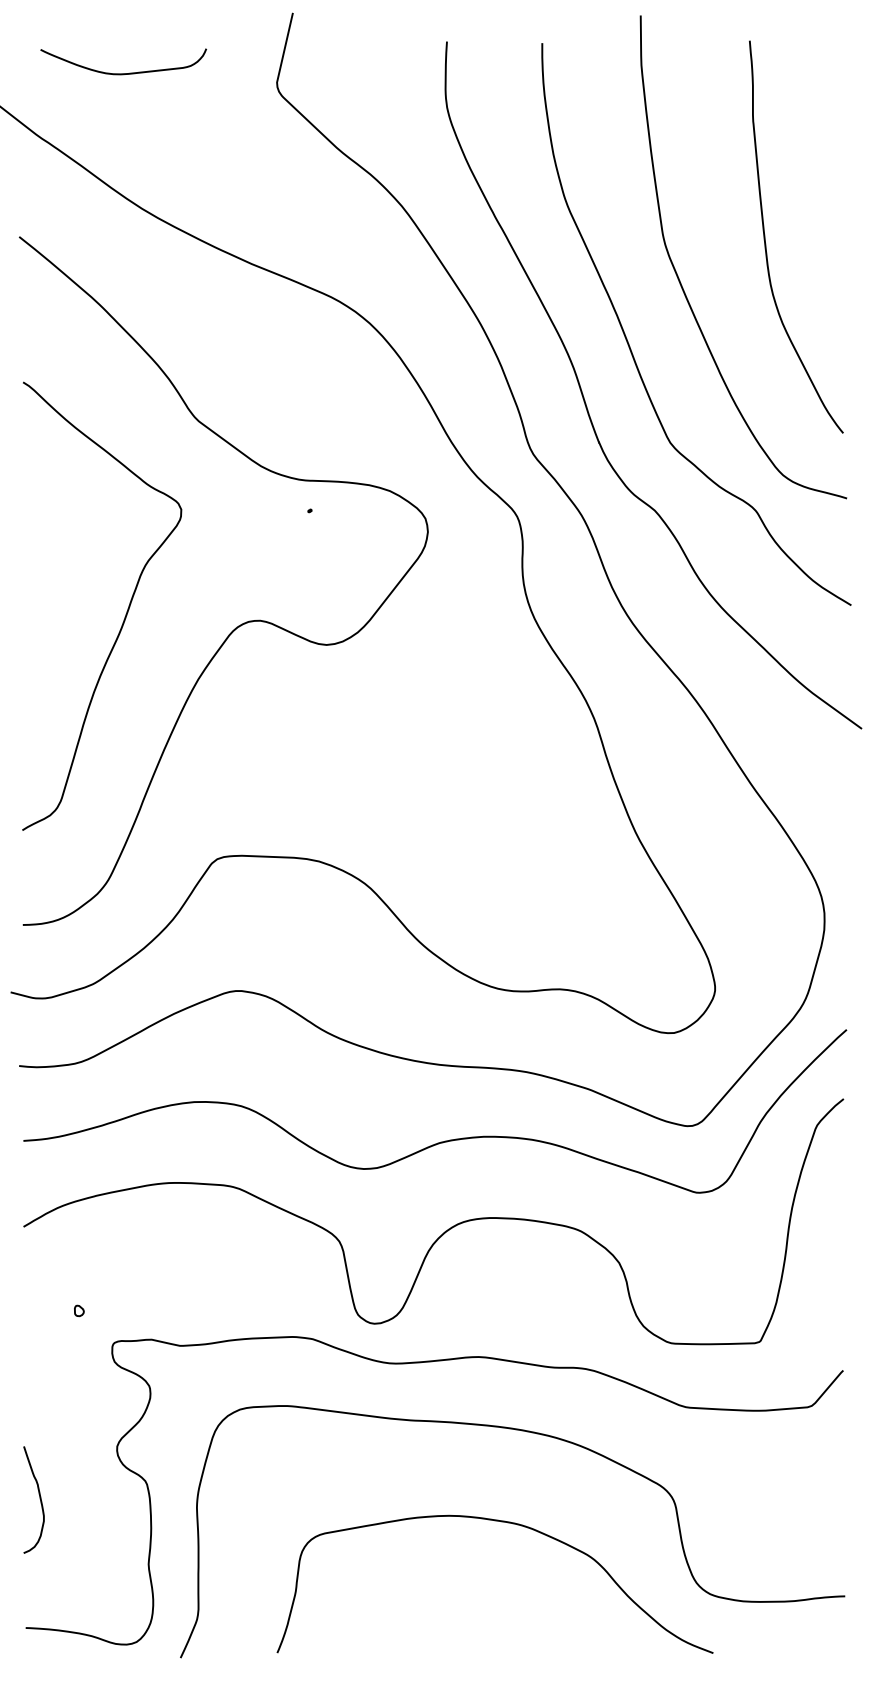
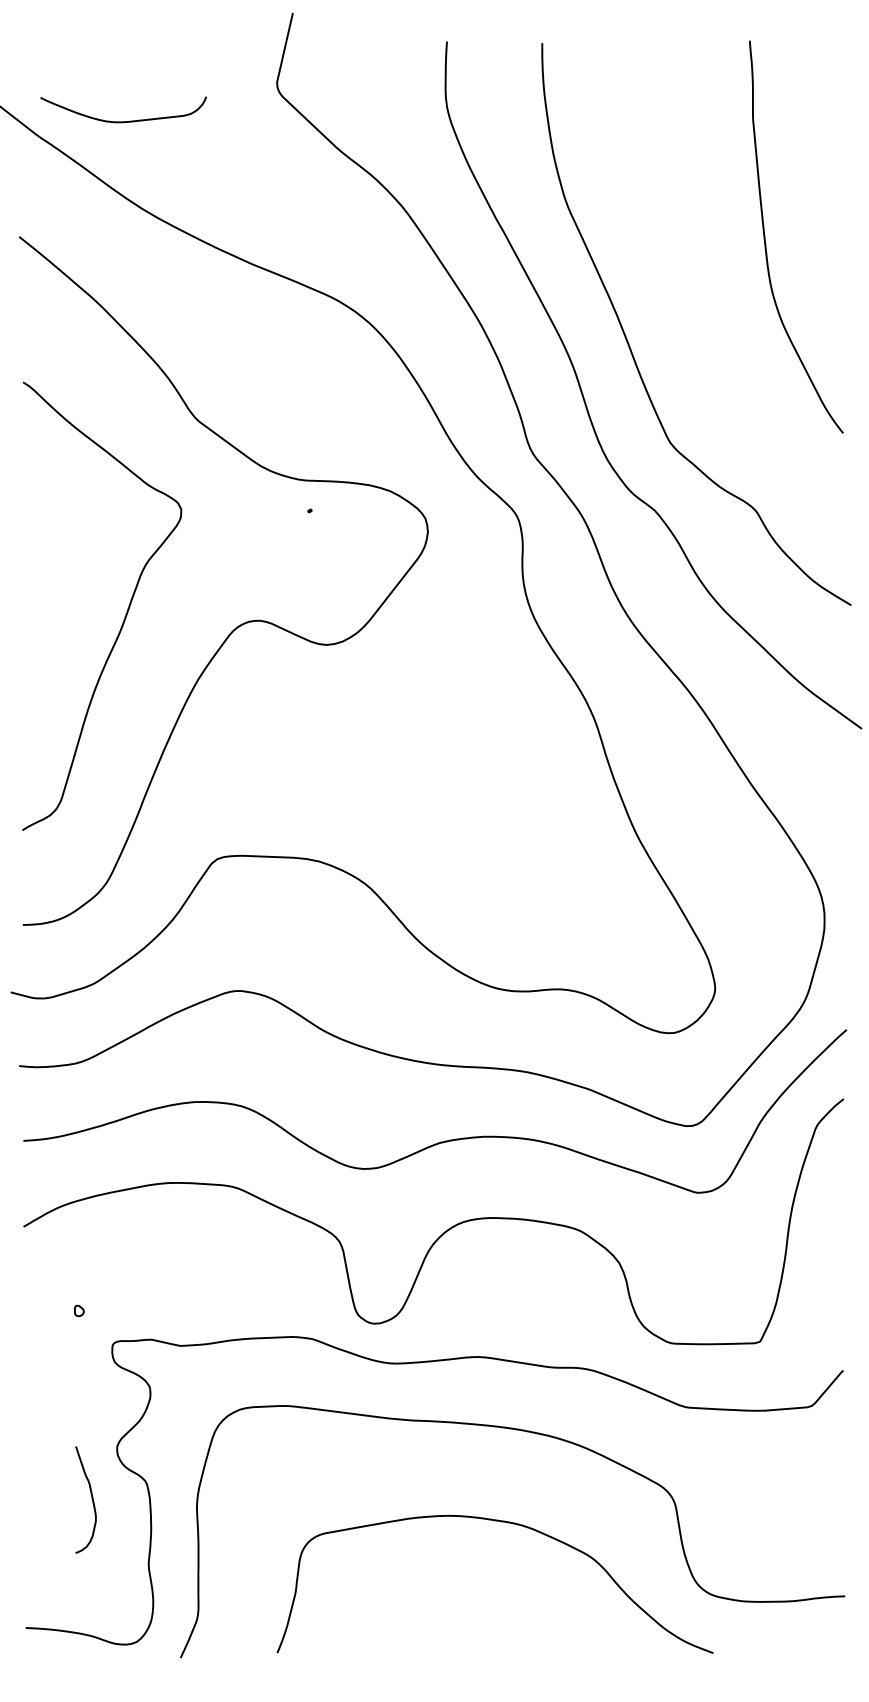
curve at (123, 73) position: (123, 73) -> (123, 121)
curve at (680, 280): present -> none
curve at (39, 1499) position: (39, 1499) -> (91, 1499)
